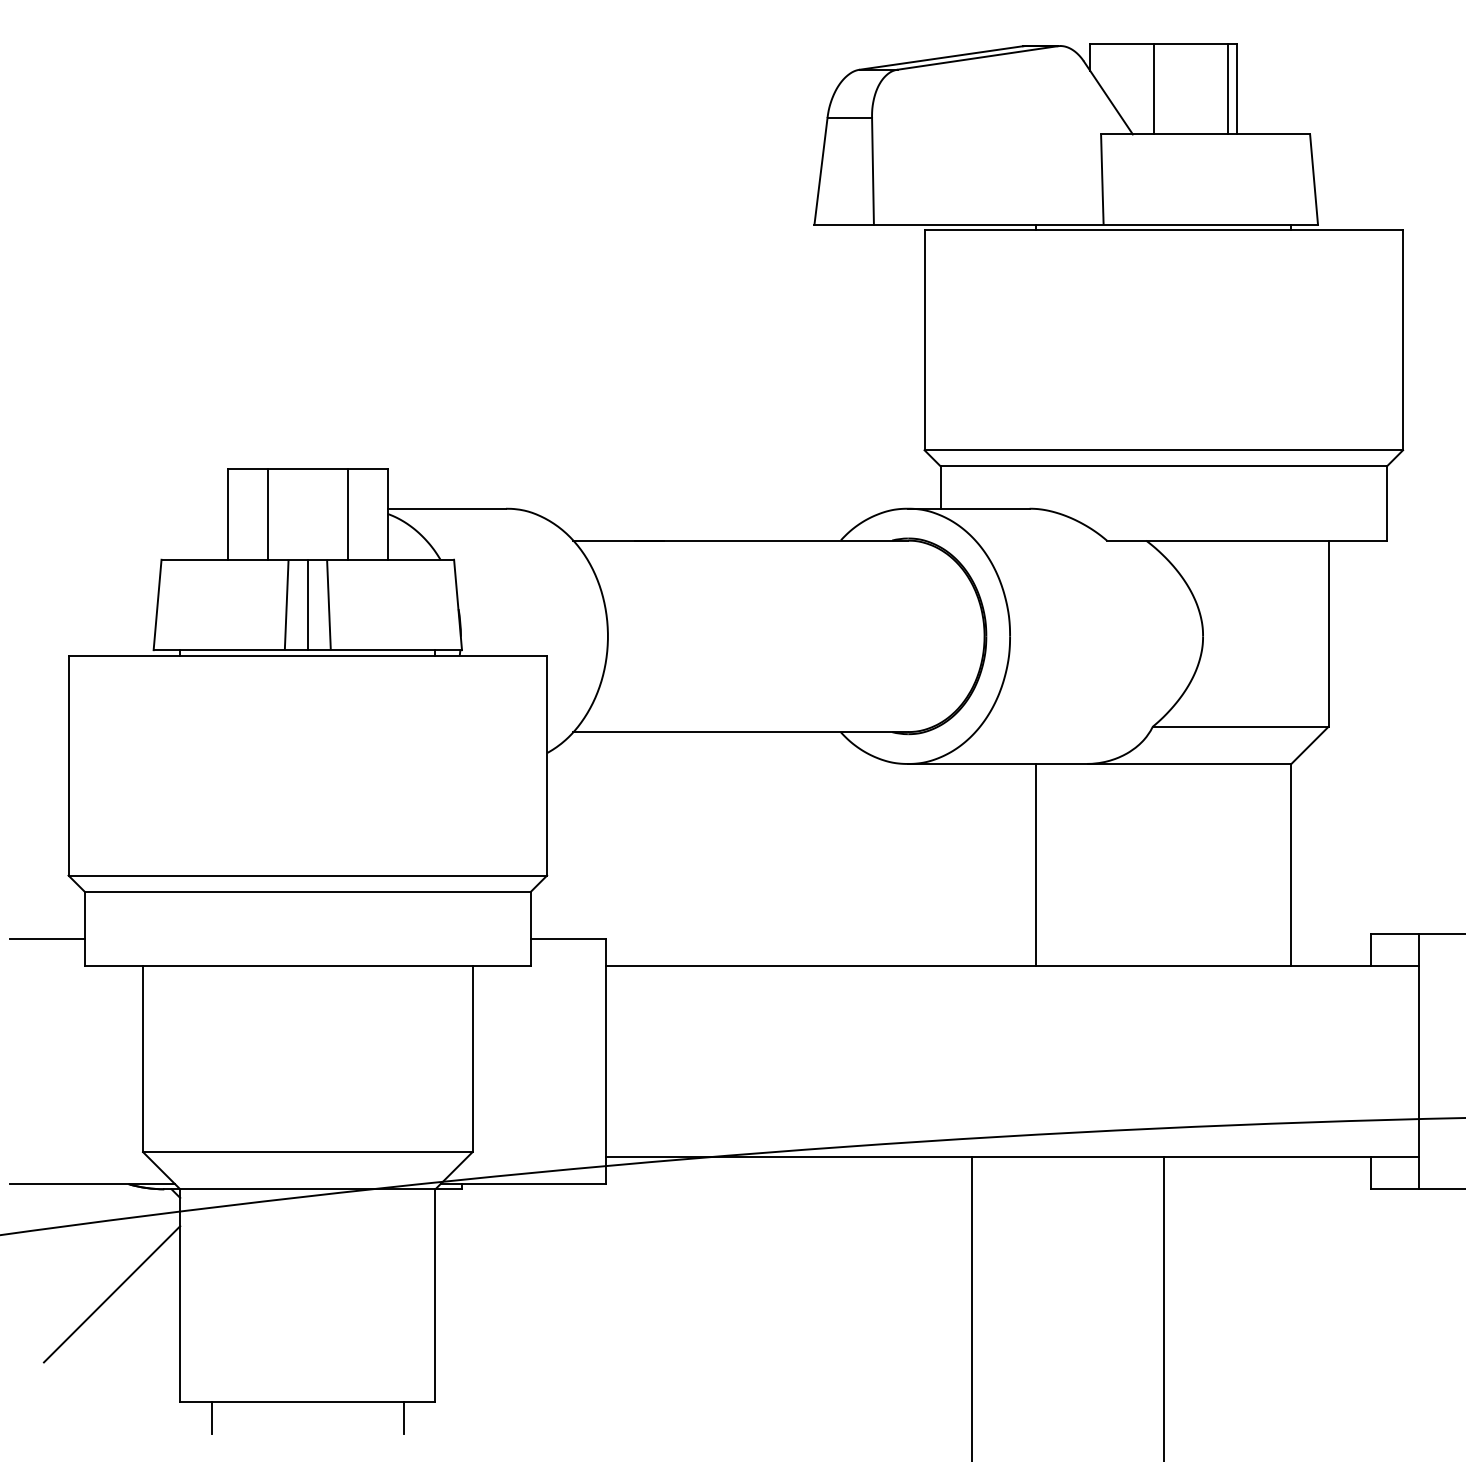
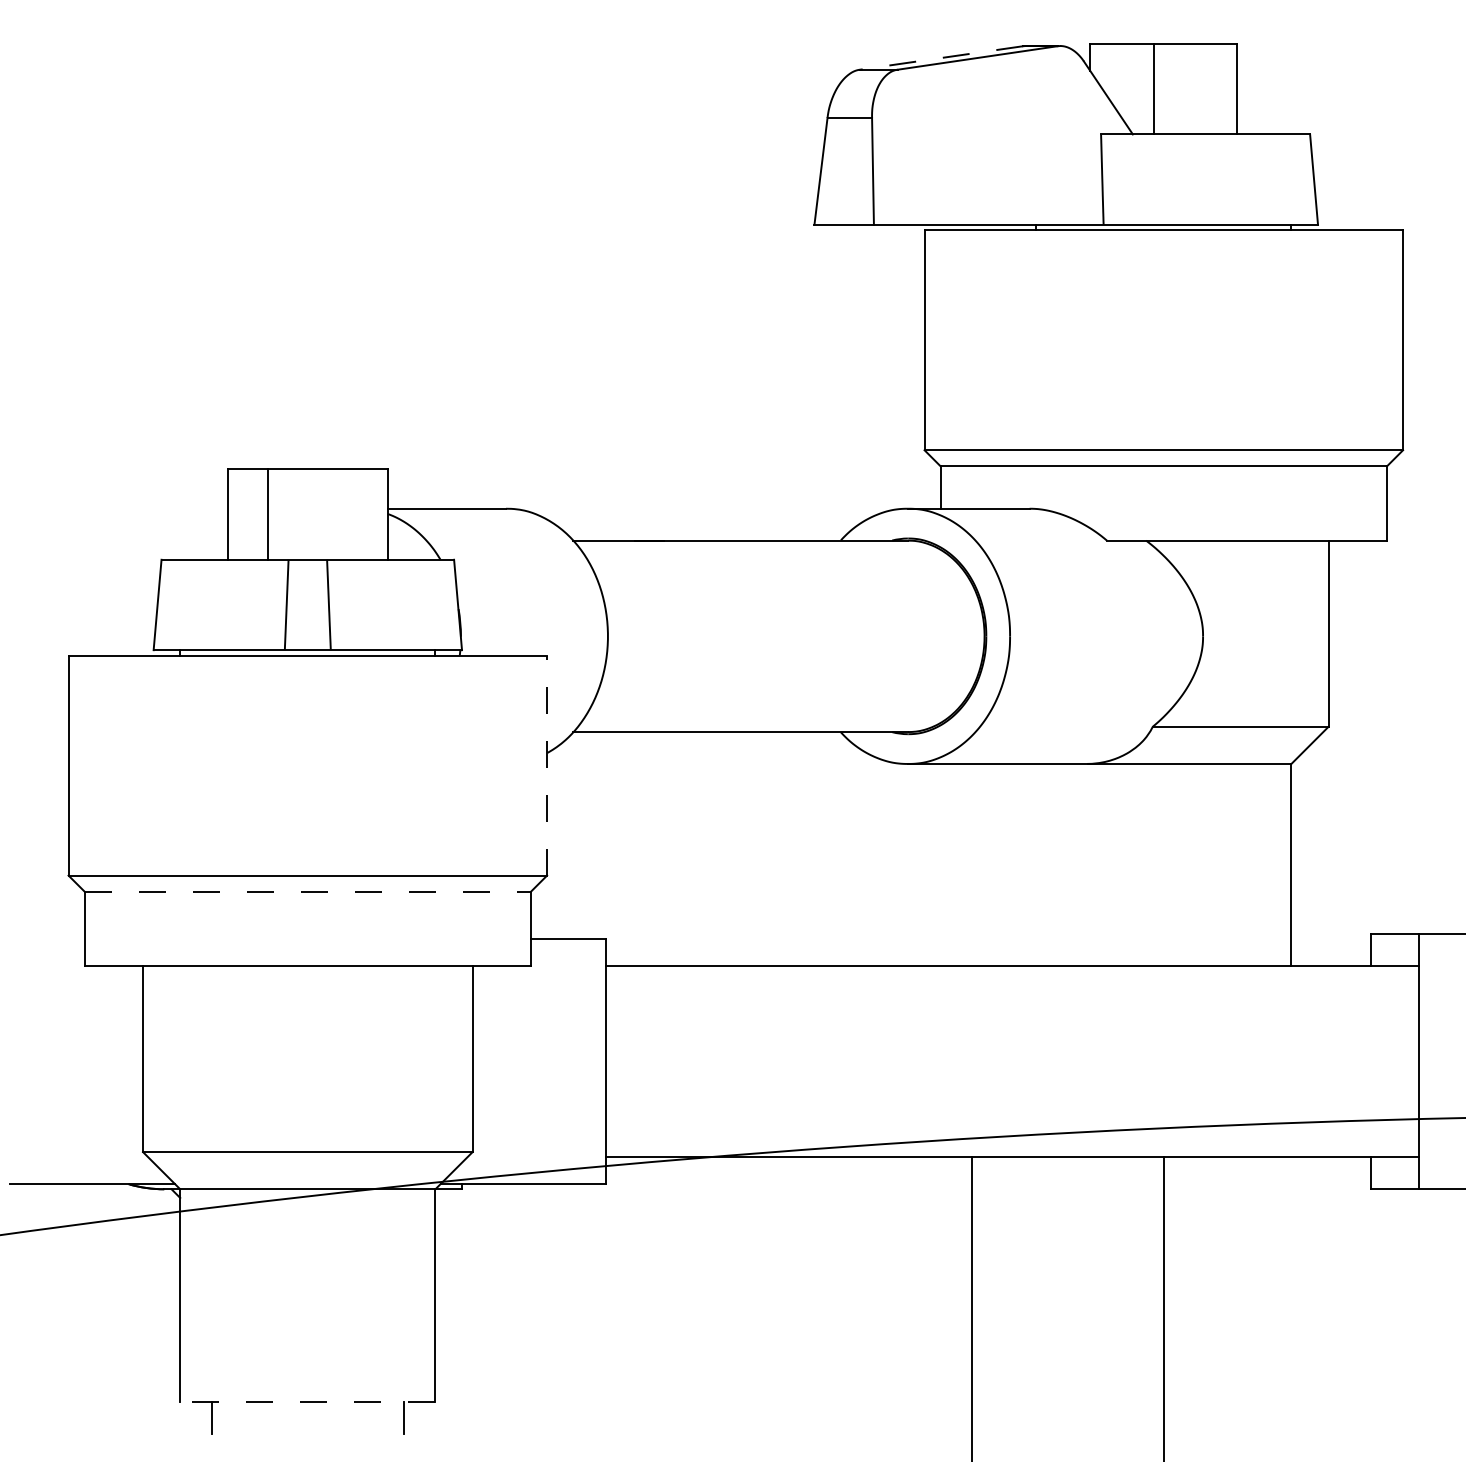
line at (941, 58): solid -> dashed
line at (1227, 89): present -> none
line at (347, 514): present -> none
line at (307, 604): present -> none
line at (547, 765): solid -> dashed
line at (1036, 864): present -> none
line at (308, 891): solid -> dashed
line at (47, 939): present -> none
line at (111, 1294): present -> none
line at (307, 1401): solid -> dashed
